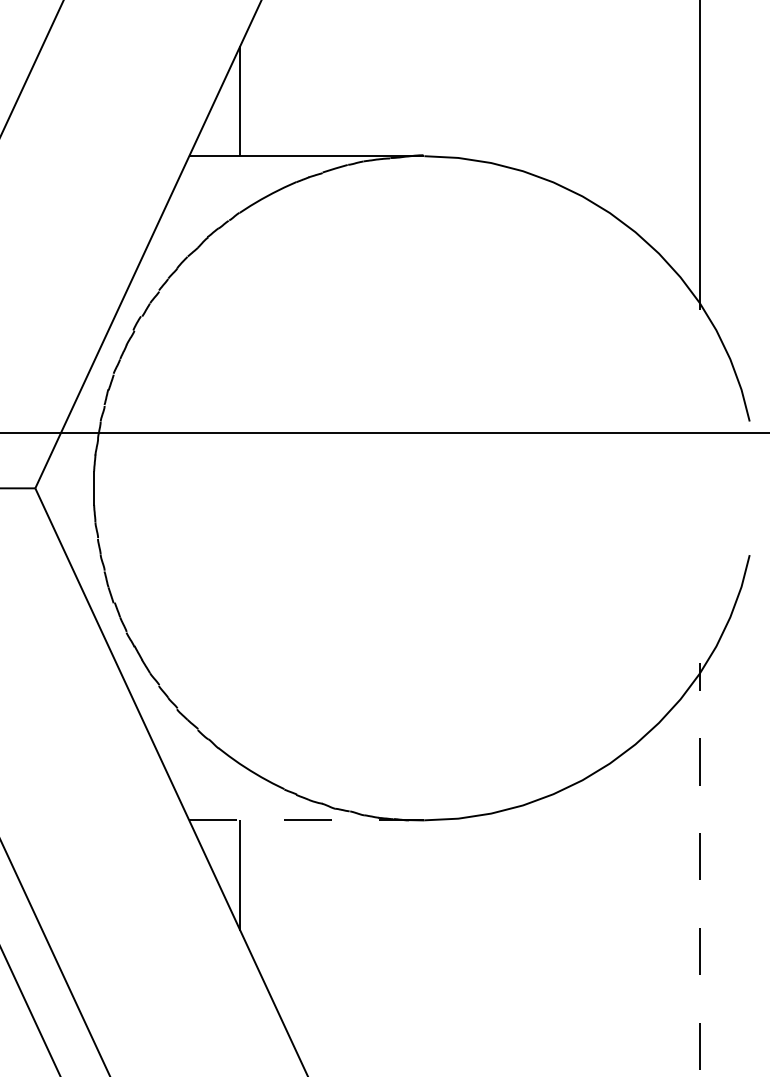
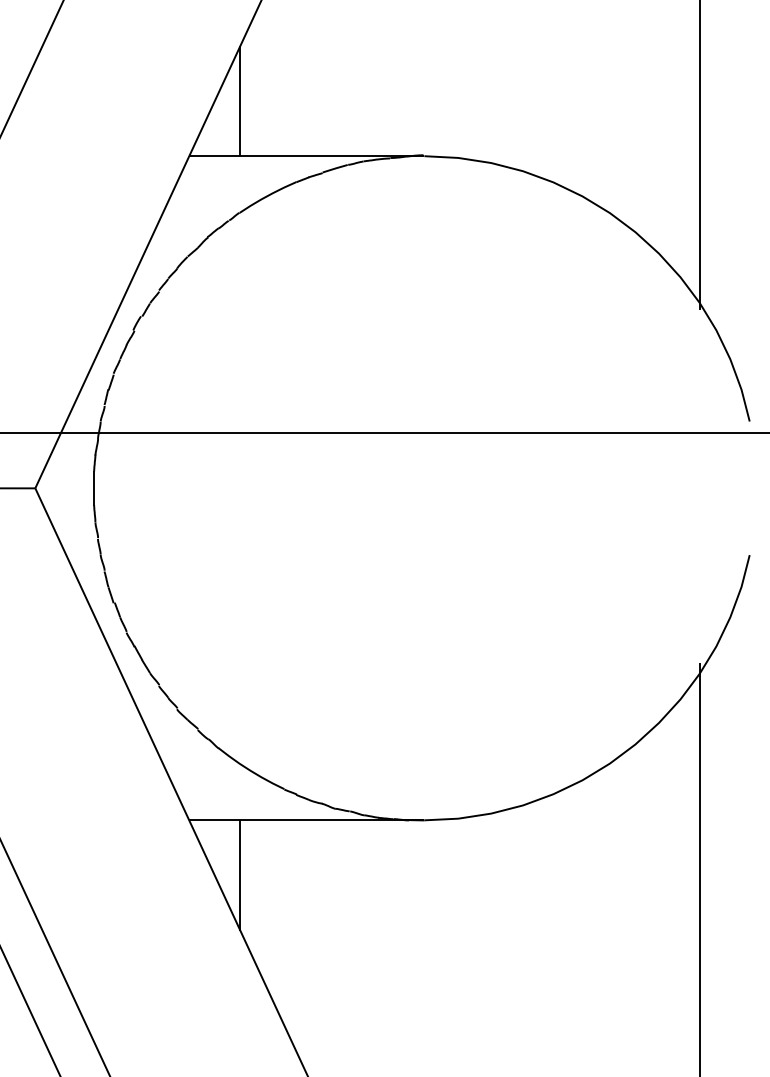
line at (306, 820): dashed -> solid
line at (700, 869): dashed -> solid
